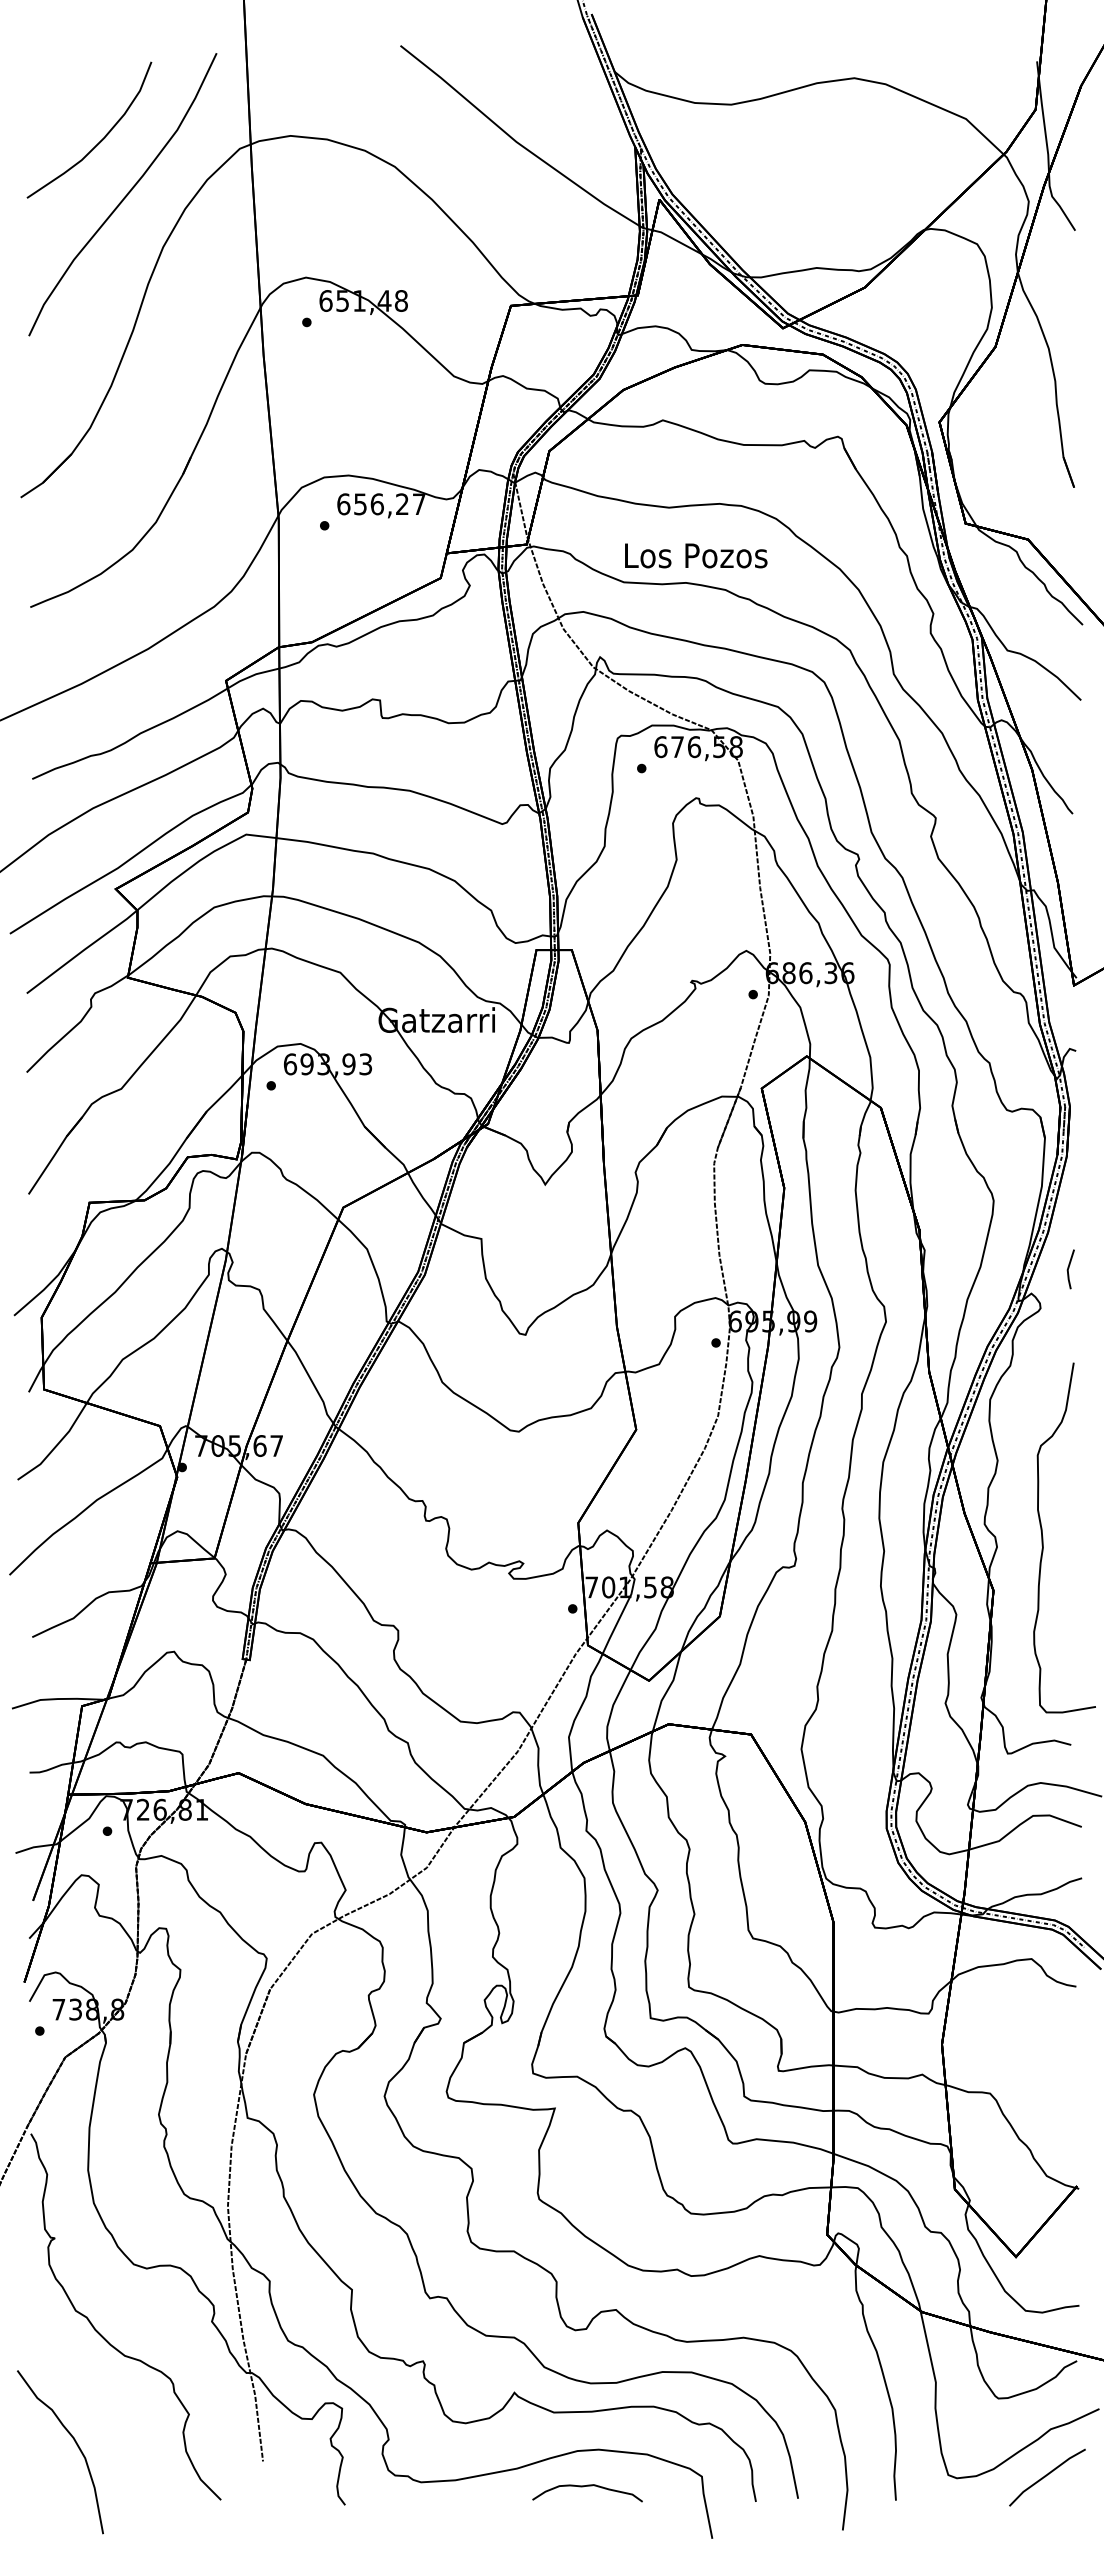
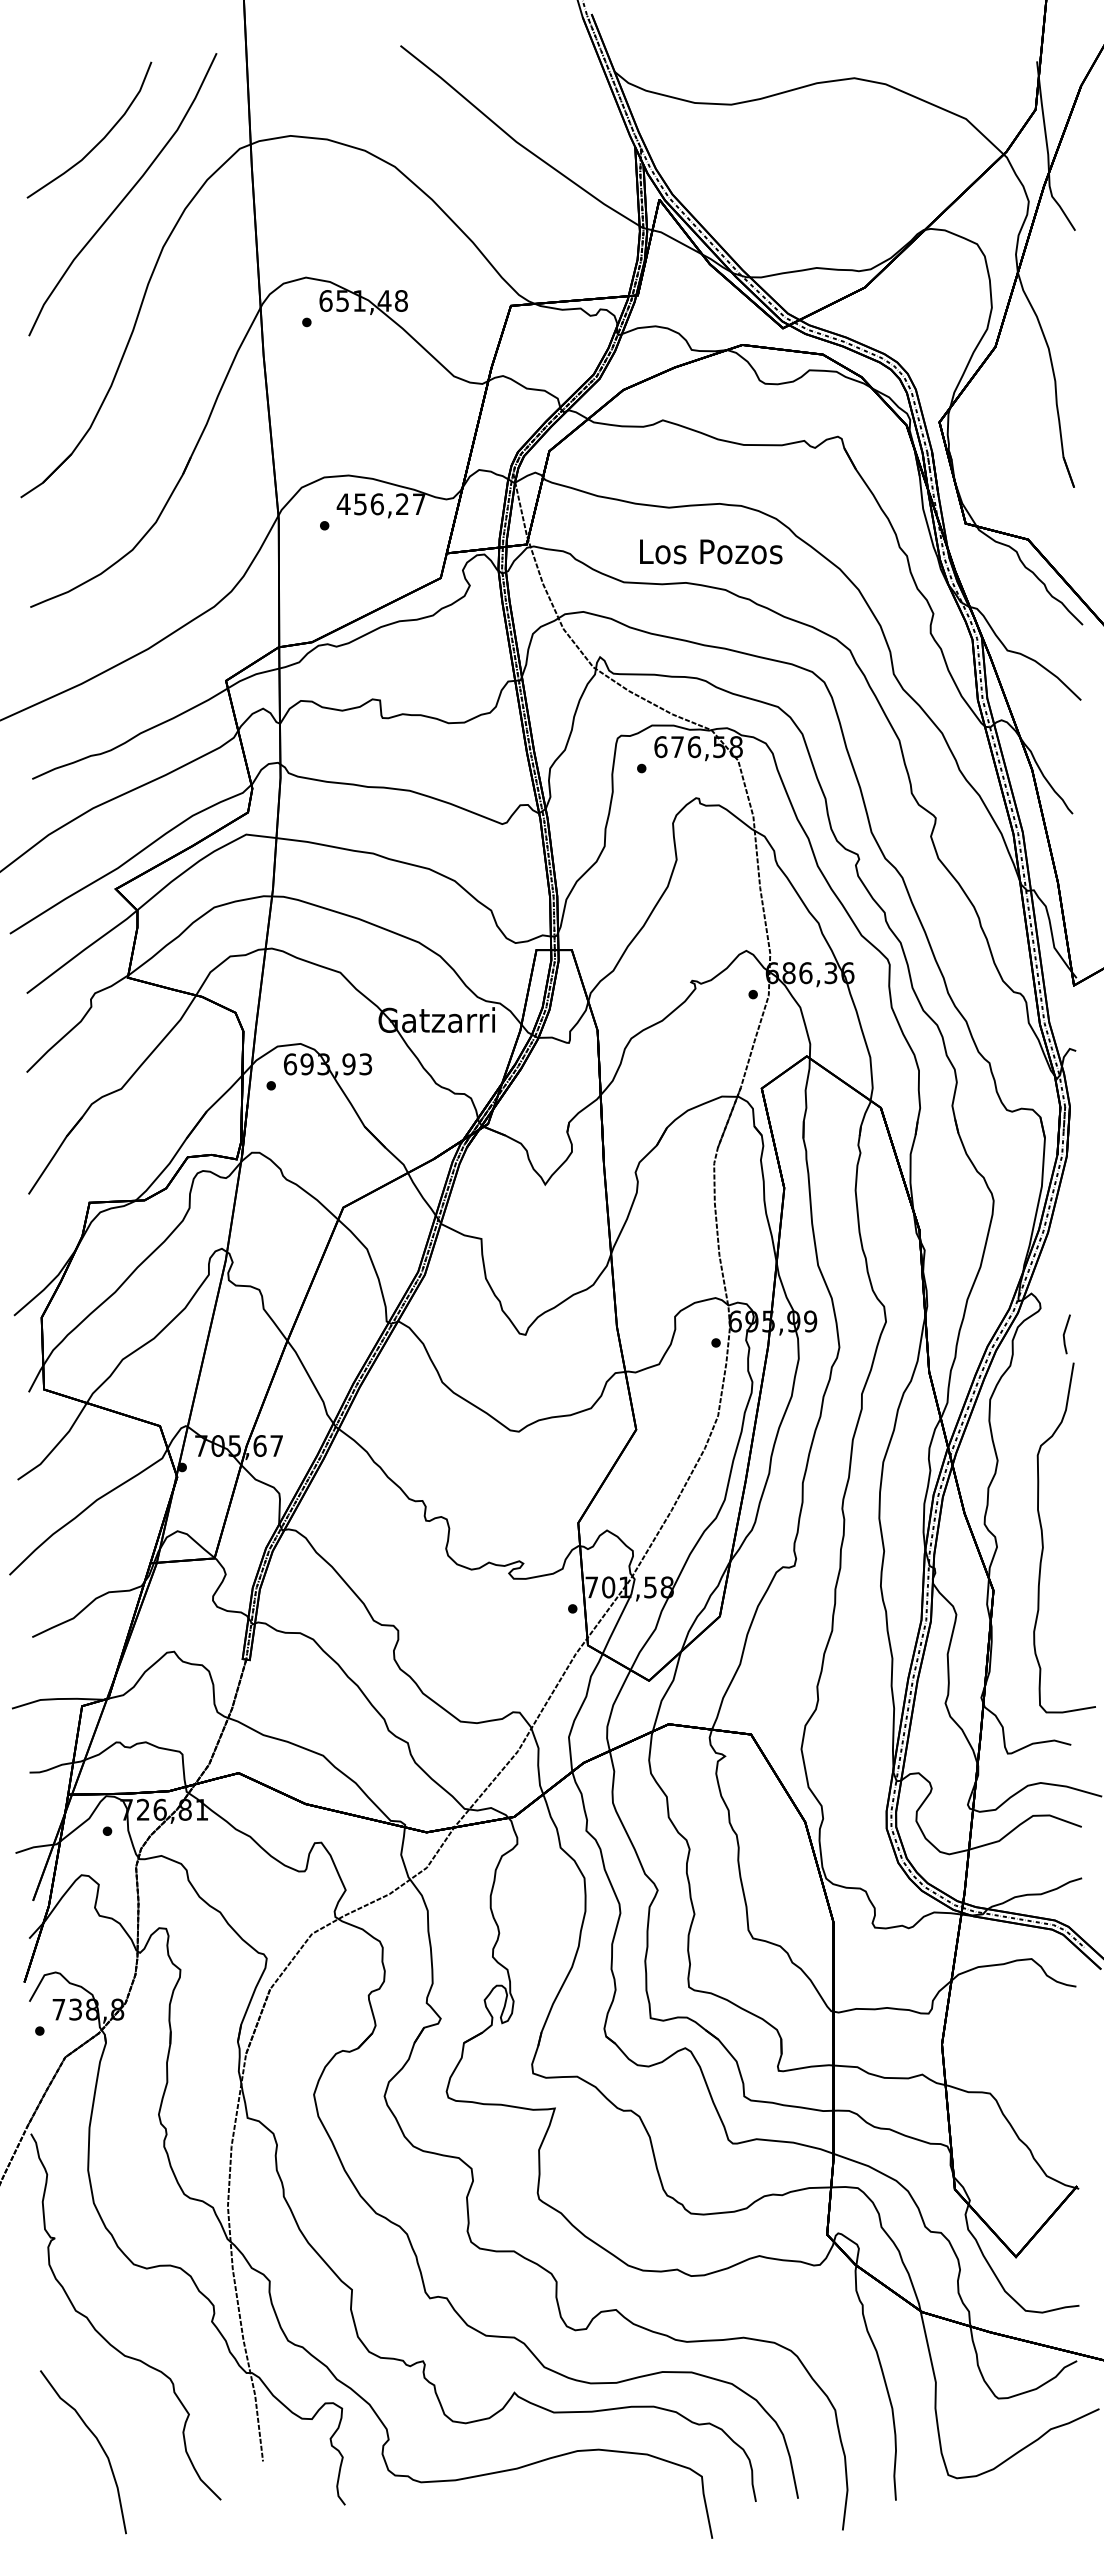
text at (343, 504): 656,27 -> 456,27
text at (696, 555) position: (696, 555) -> (711, 551)
line at (1069, 1268) position: (1069, 1268) -> (1065, 1333)
curve at (76, 2445) position: (76, 2445) -> (99, 2445)
line at (1046, 2476): present -> none
curve at (587, 2486): present -> none
